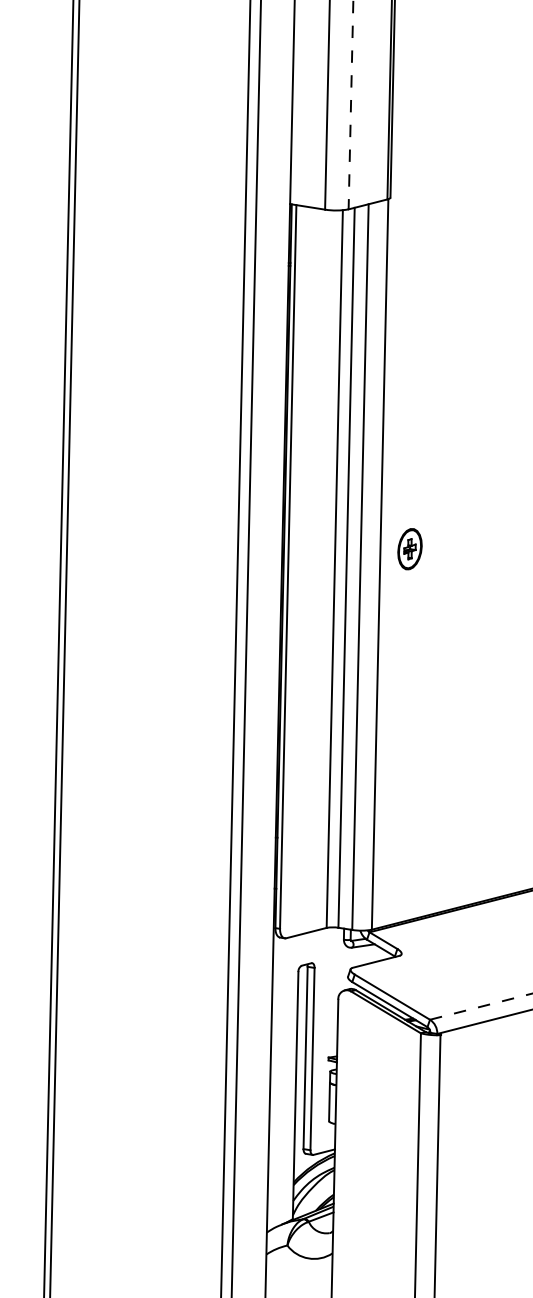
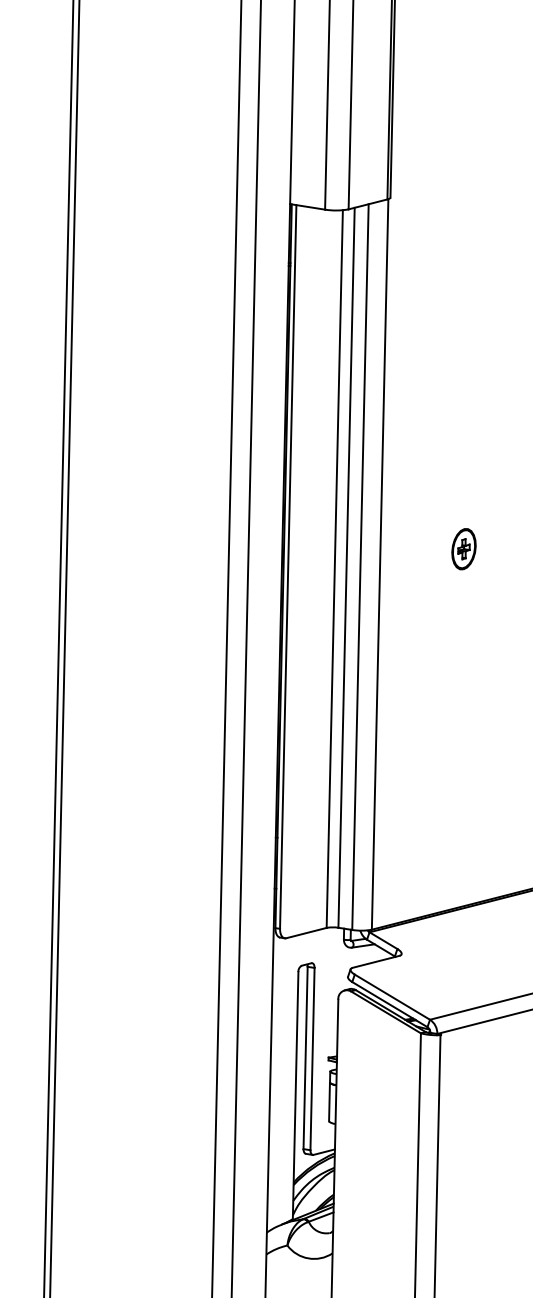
line at (350, 105): dashed -> solid
part at (409, 549) position: (409, 549) -> (463, 549)
line at (235, 648) position: (235, 648) -> (226, 648)
line at (481, 1006): dashed -> solid
